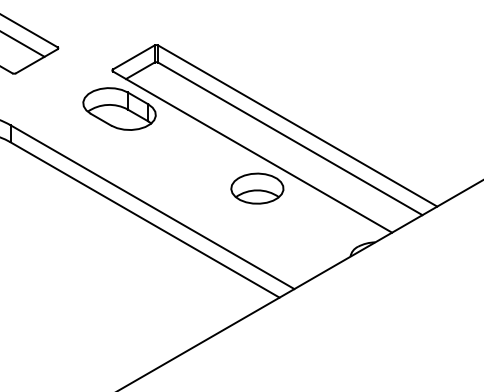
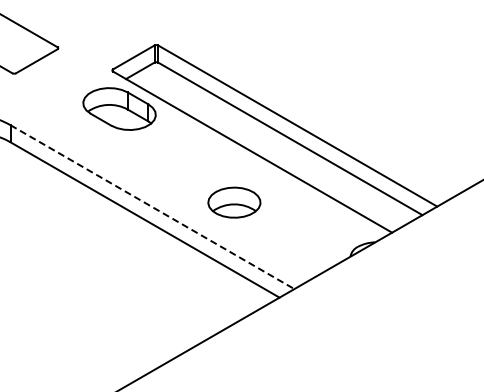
line at (23, 44): present -> none
part at (257, 188) position: (257, 188) -> (234, 202)
line at (152, 207): solid -> dashed
